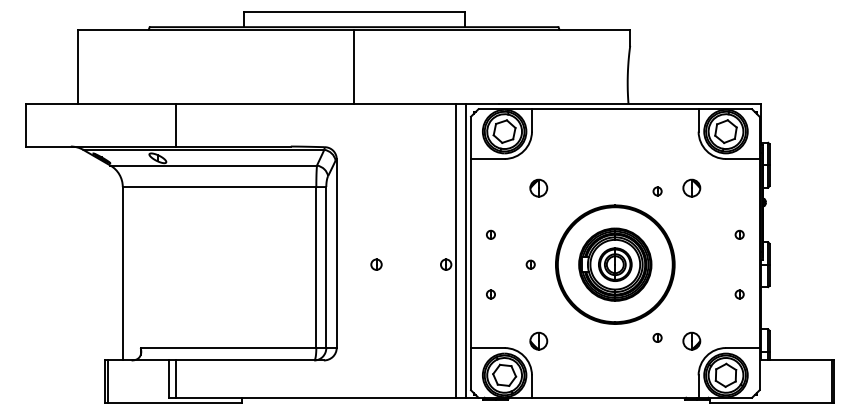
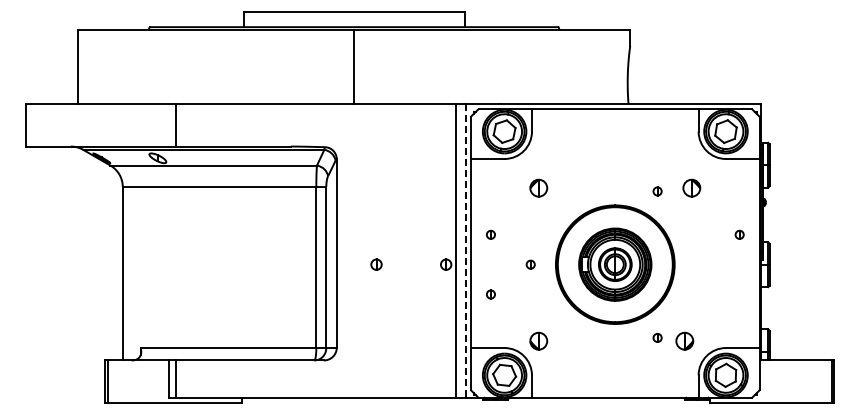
line at (466, 251): solid -> dashed
part at (739, 294): present -> none
part at (691, 340) position: (691, 340) -> (684, 340)
